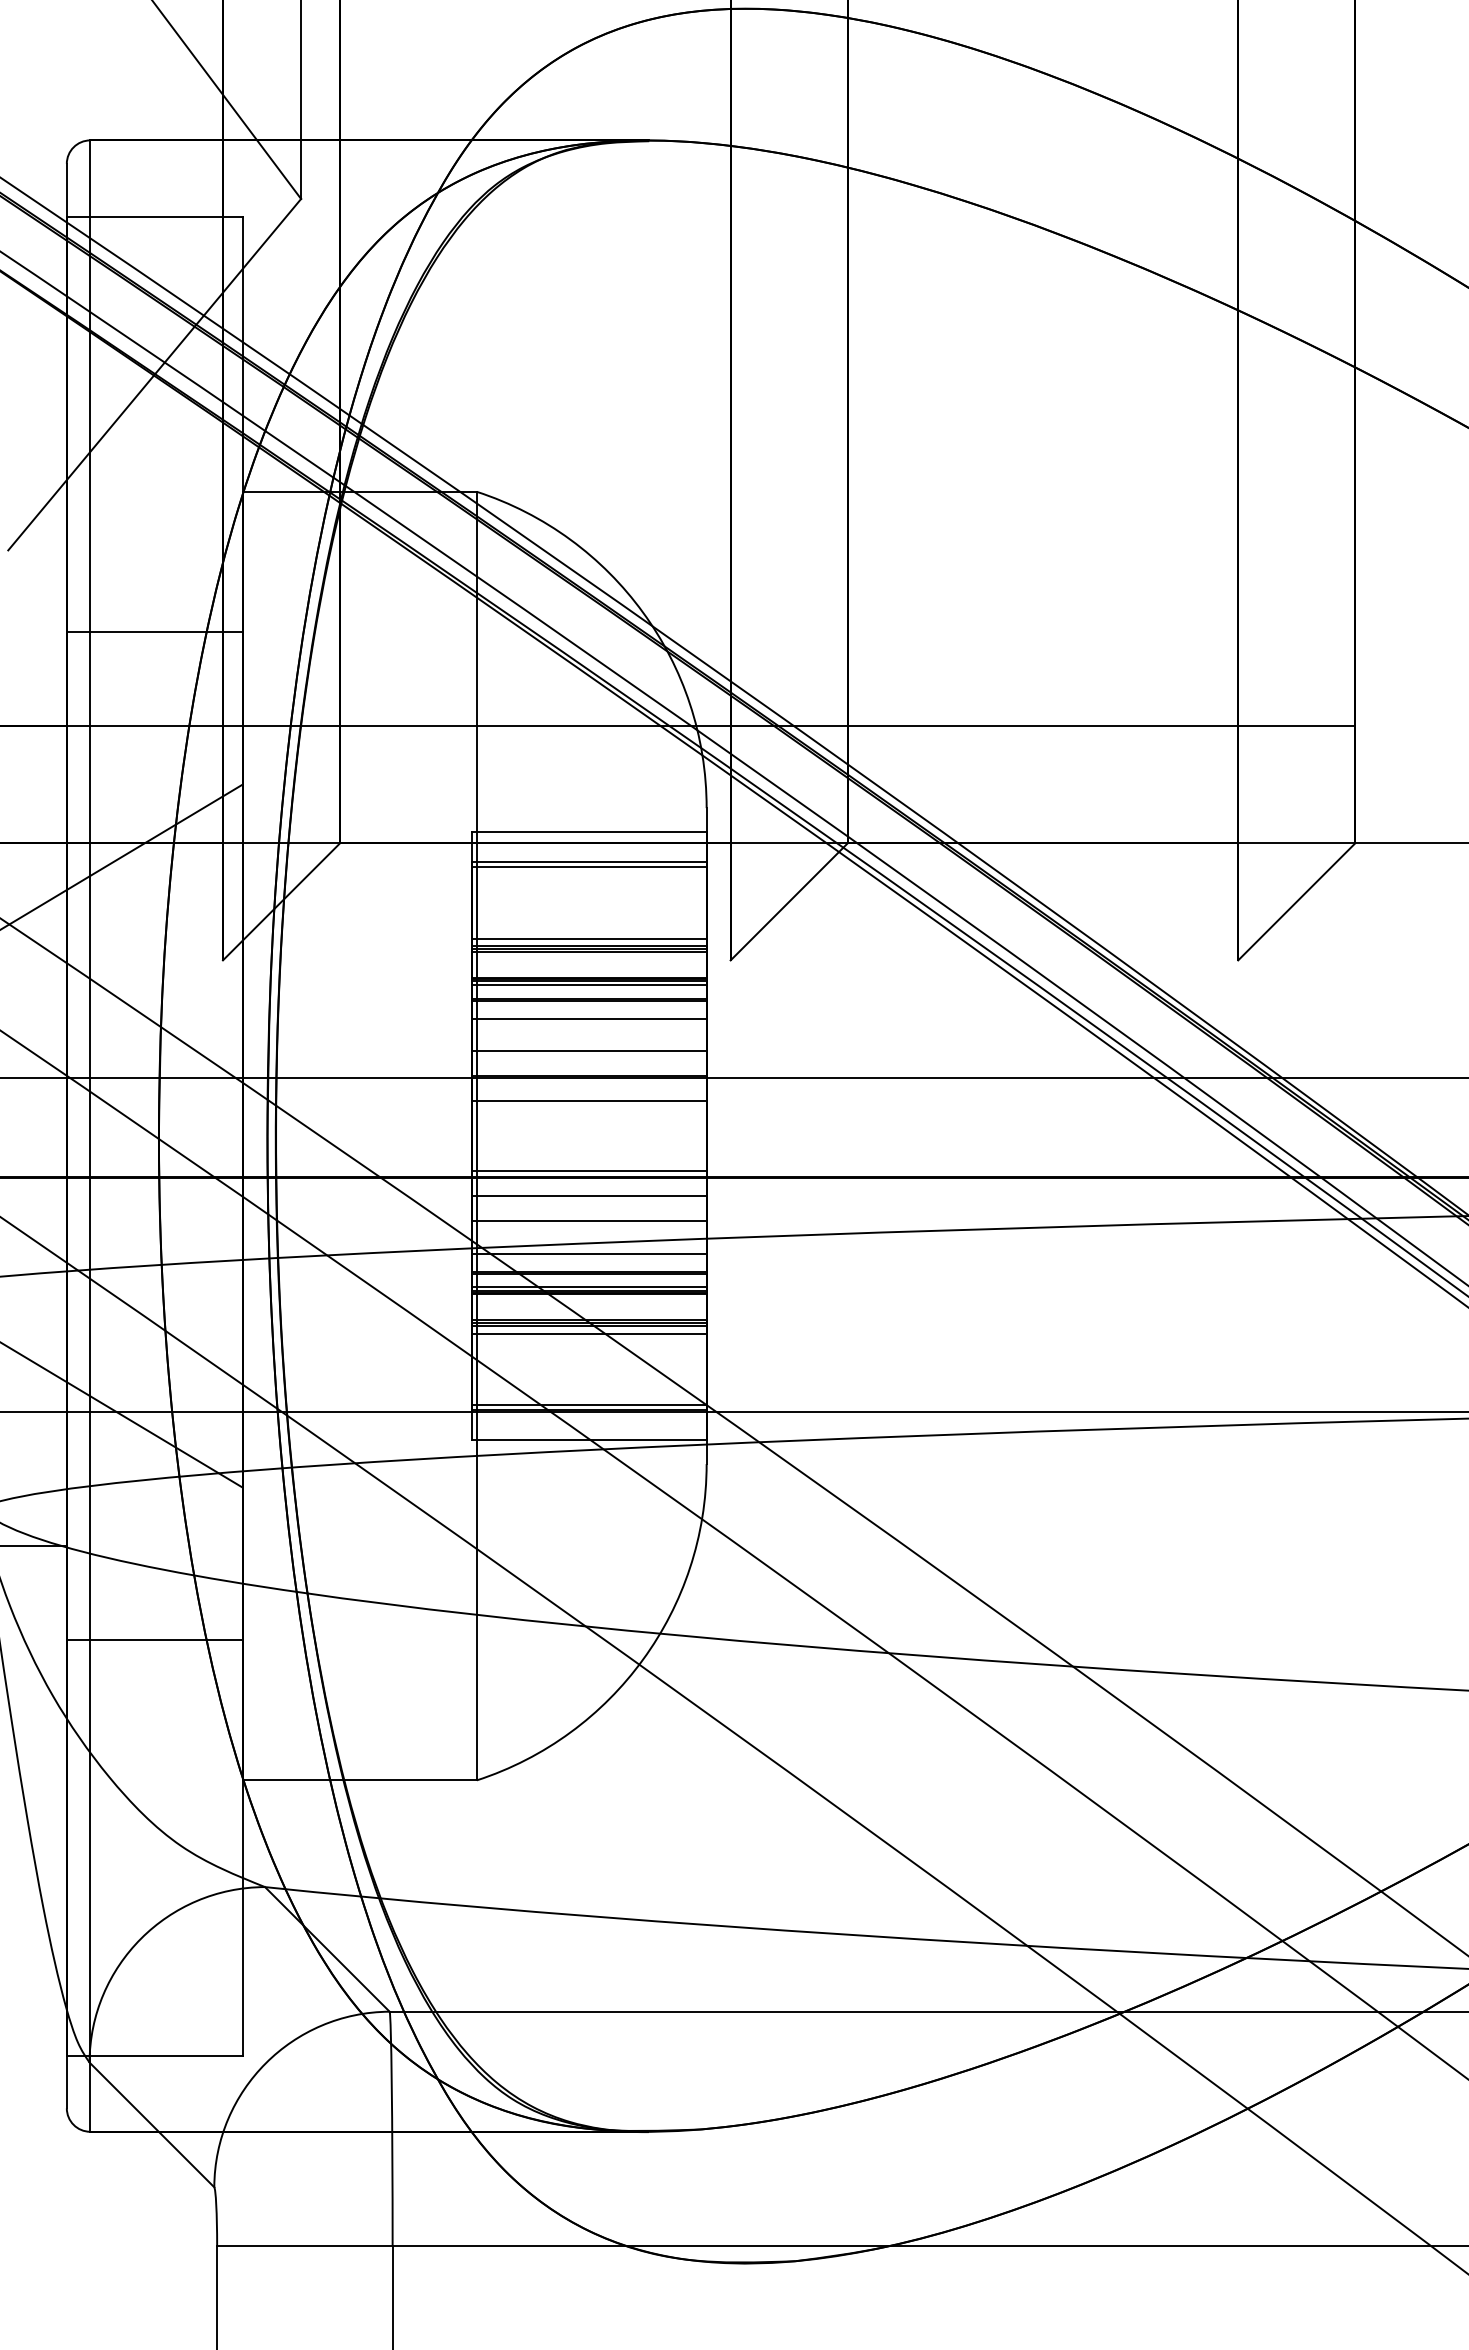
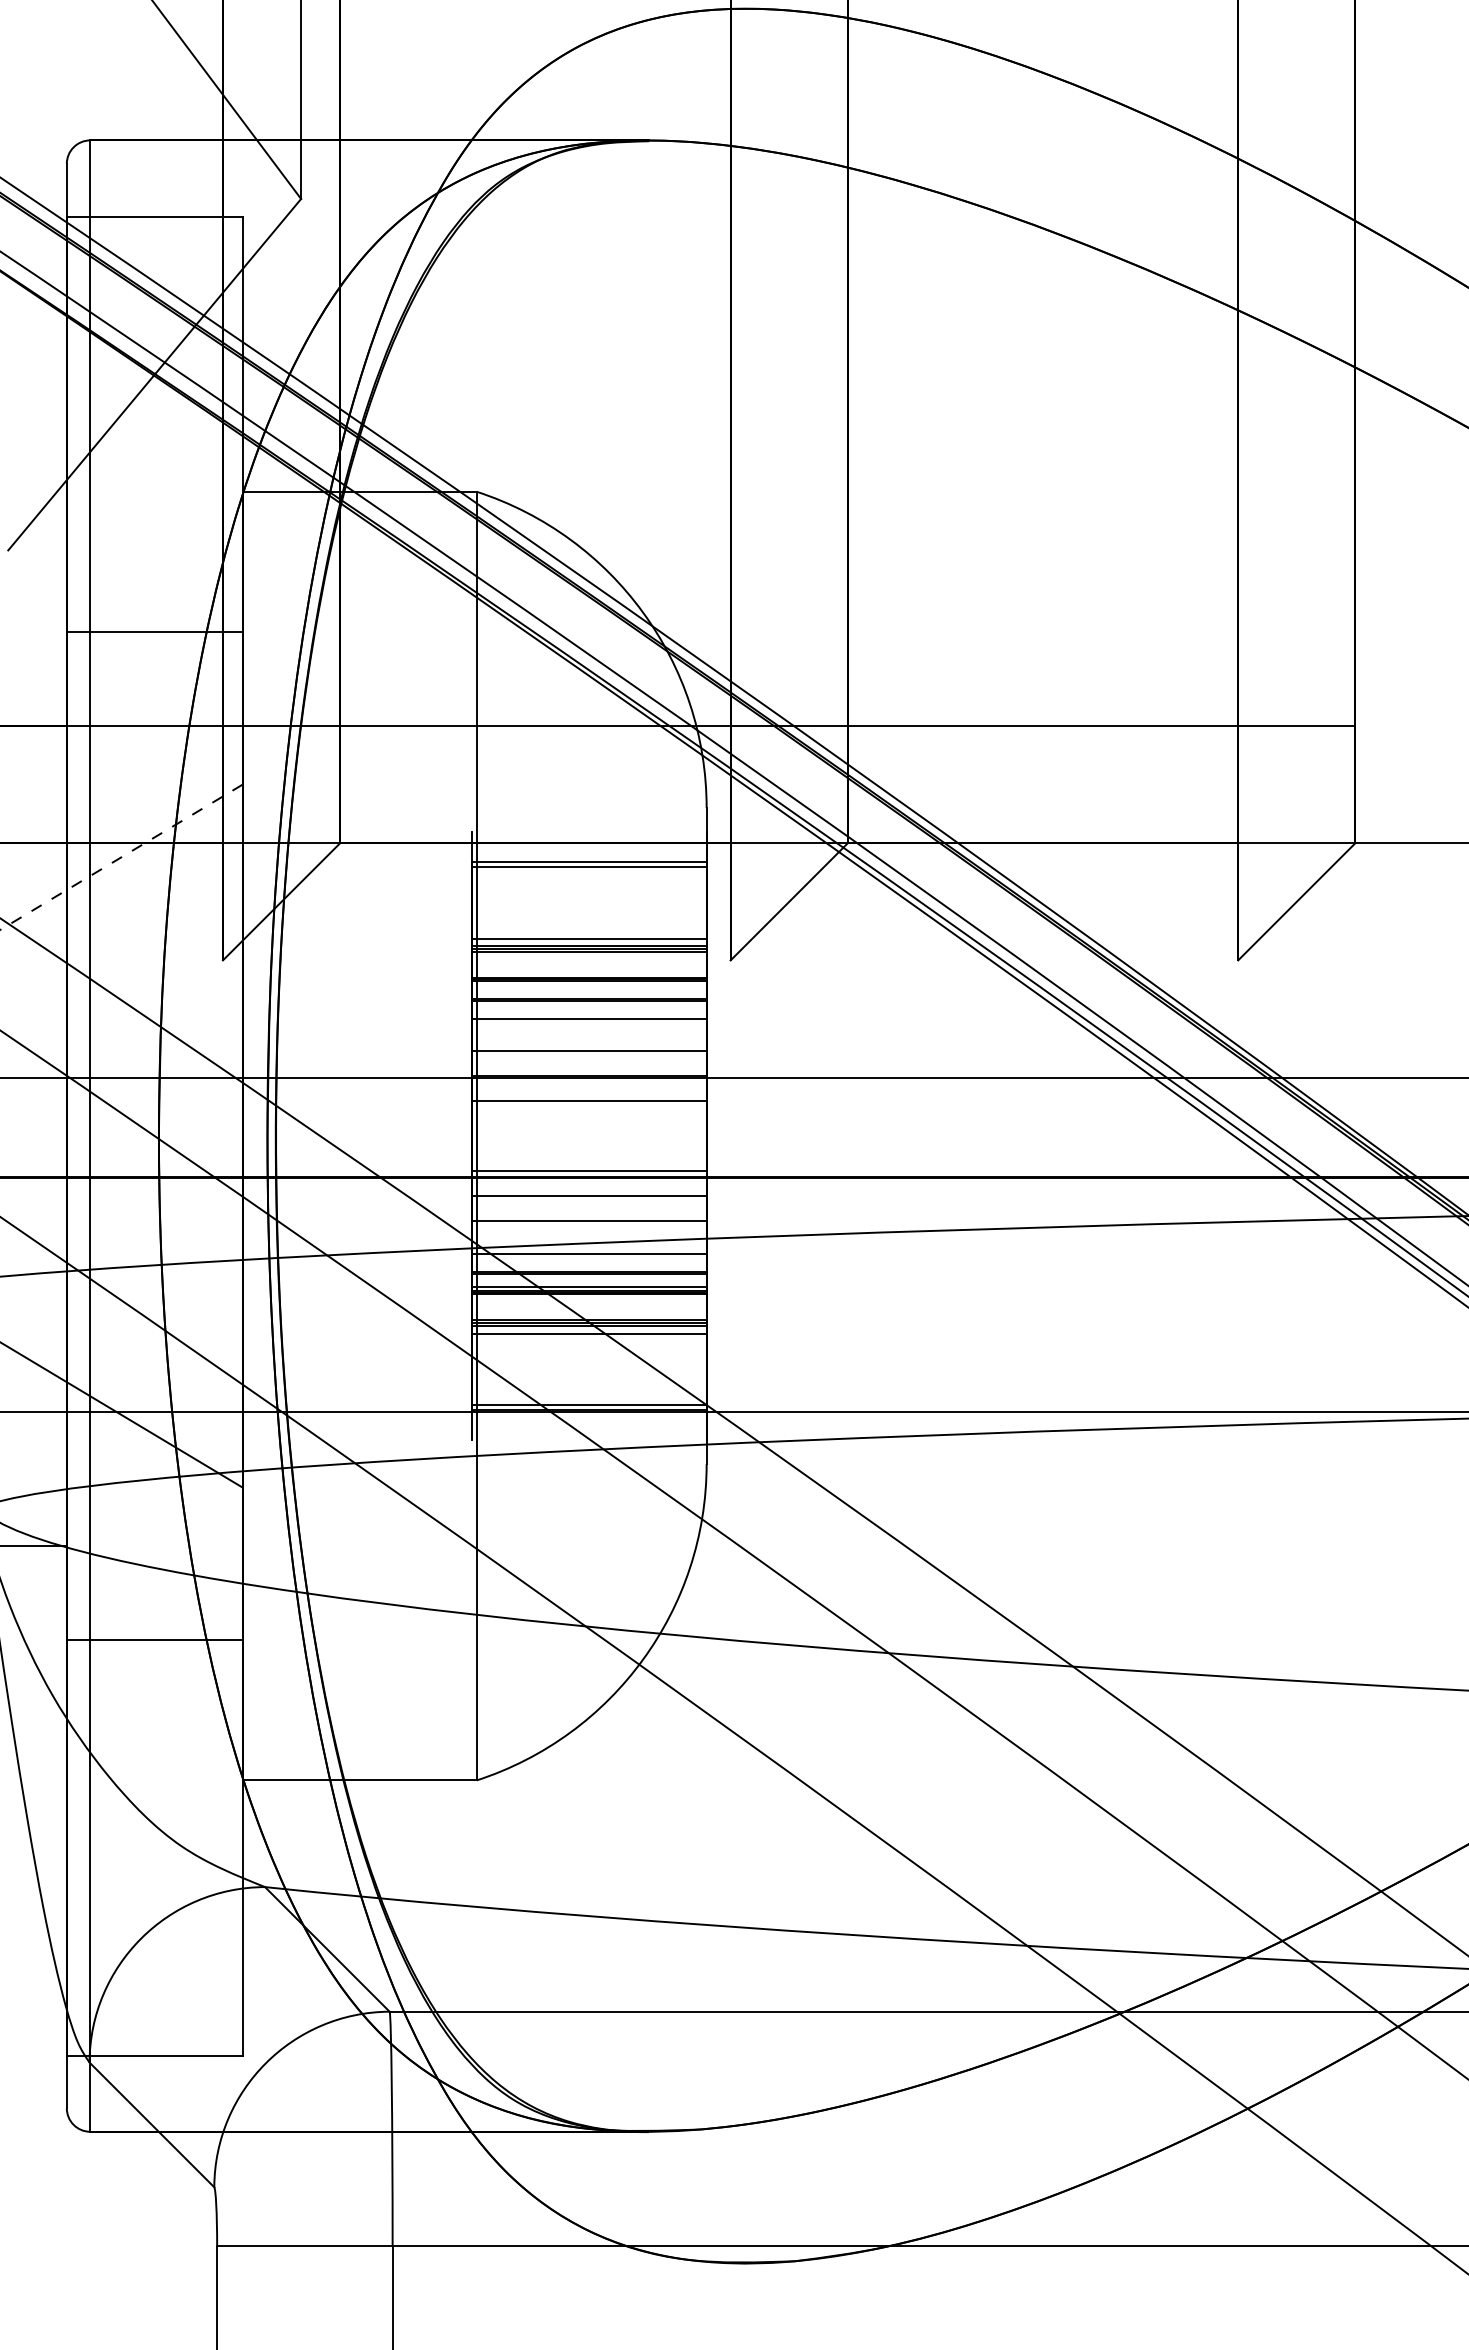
line at (589, 832): present -> none
line at (120, 857): solid -> dashed
line at (589, 985): present -> none
line at (589, 1440): present -> none
